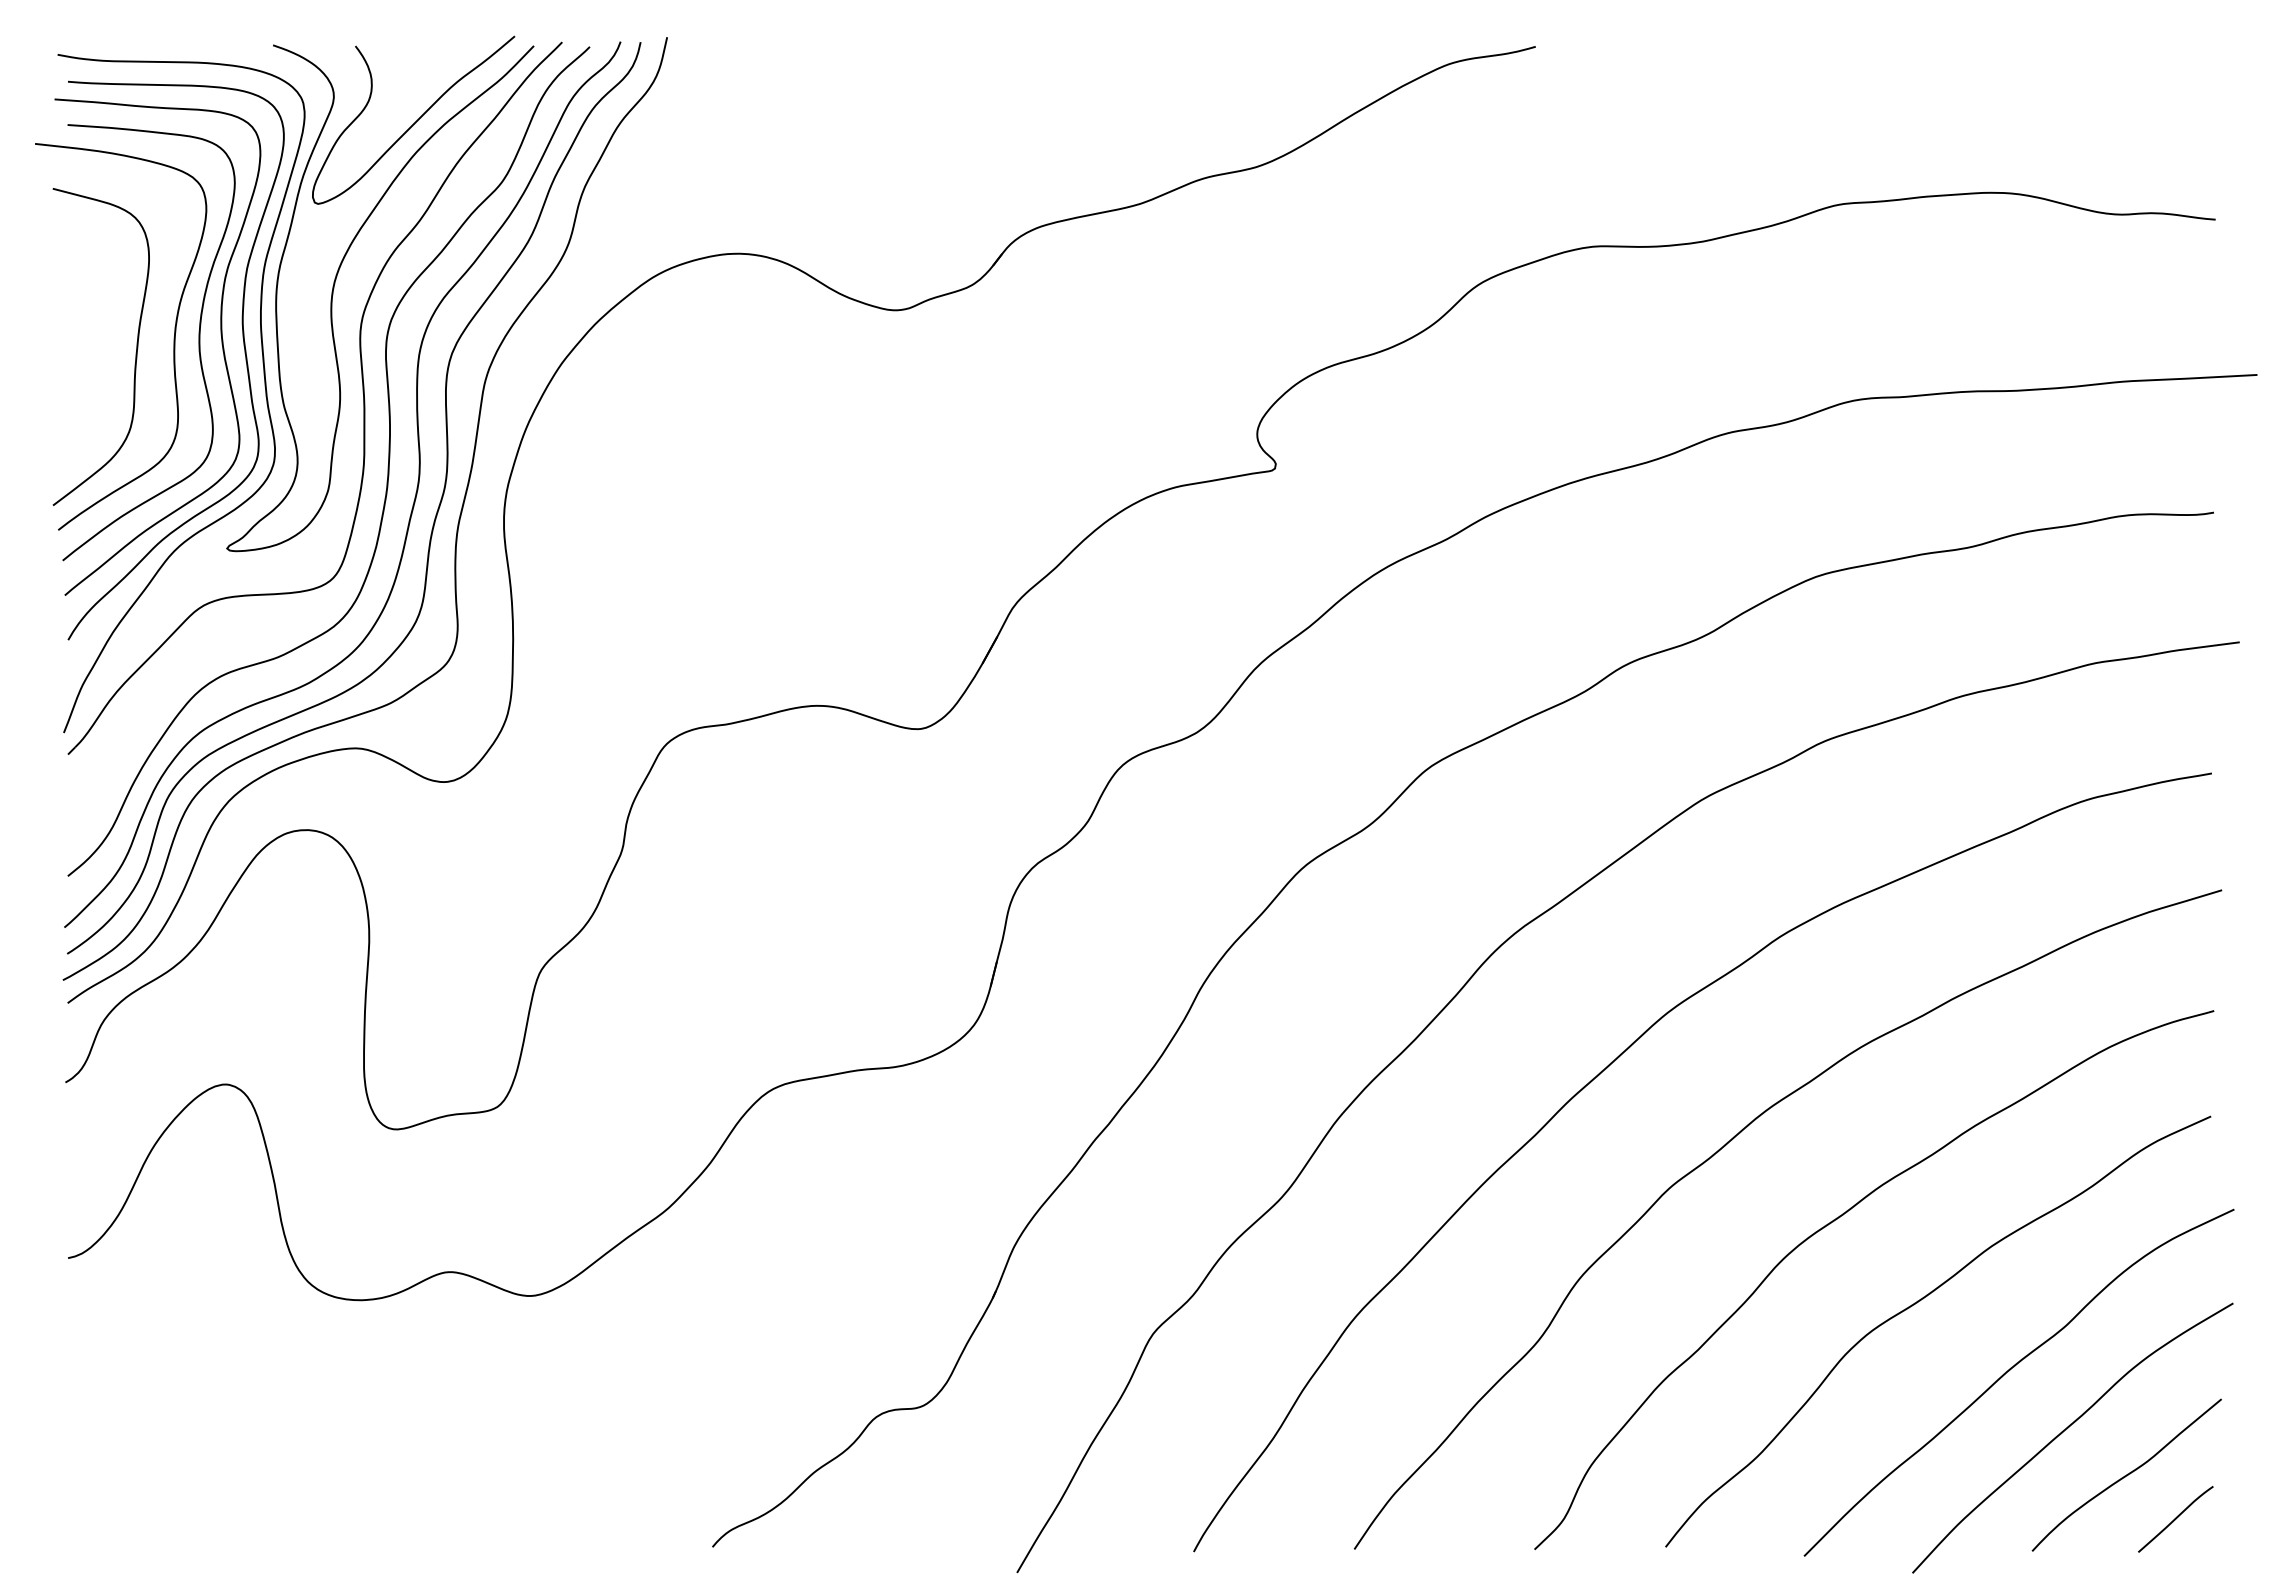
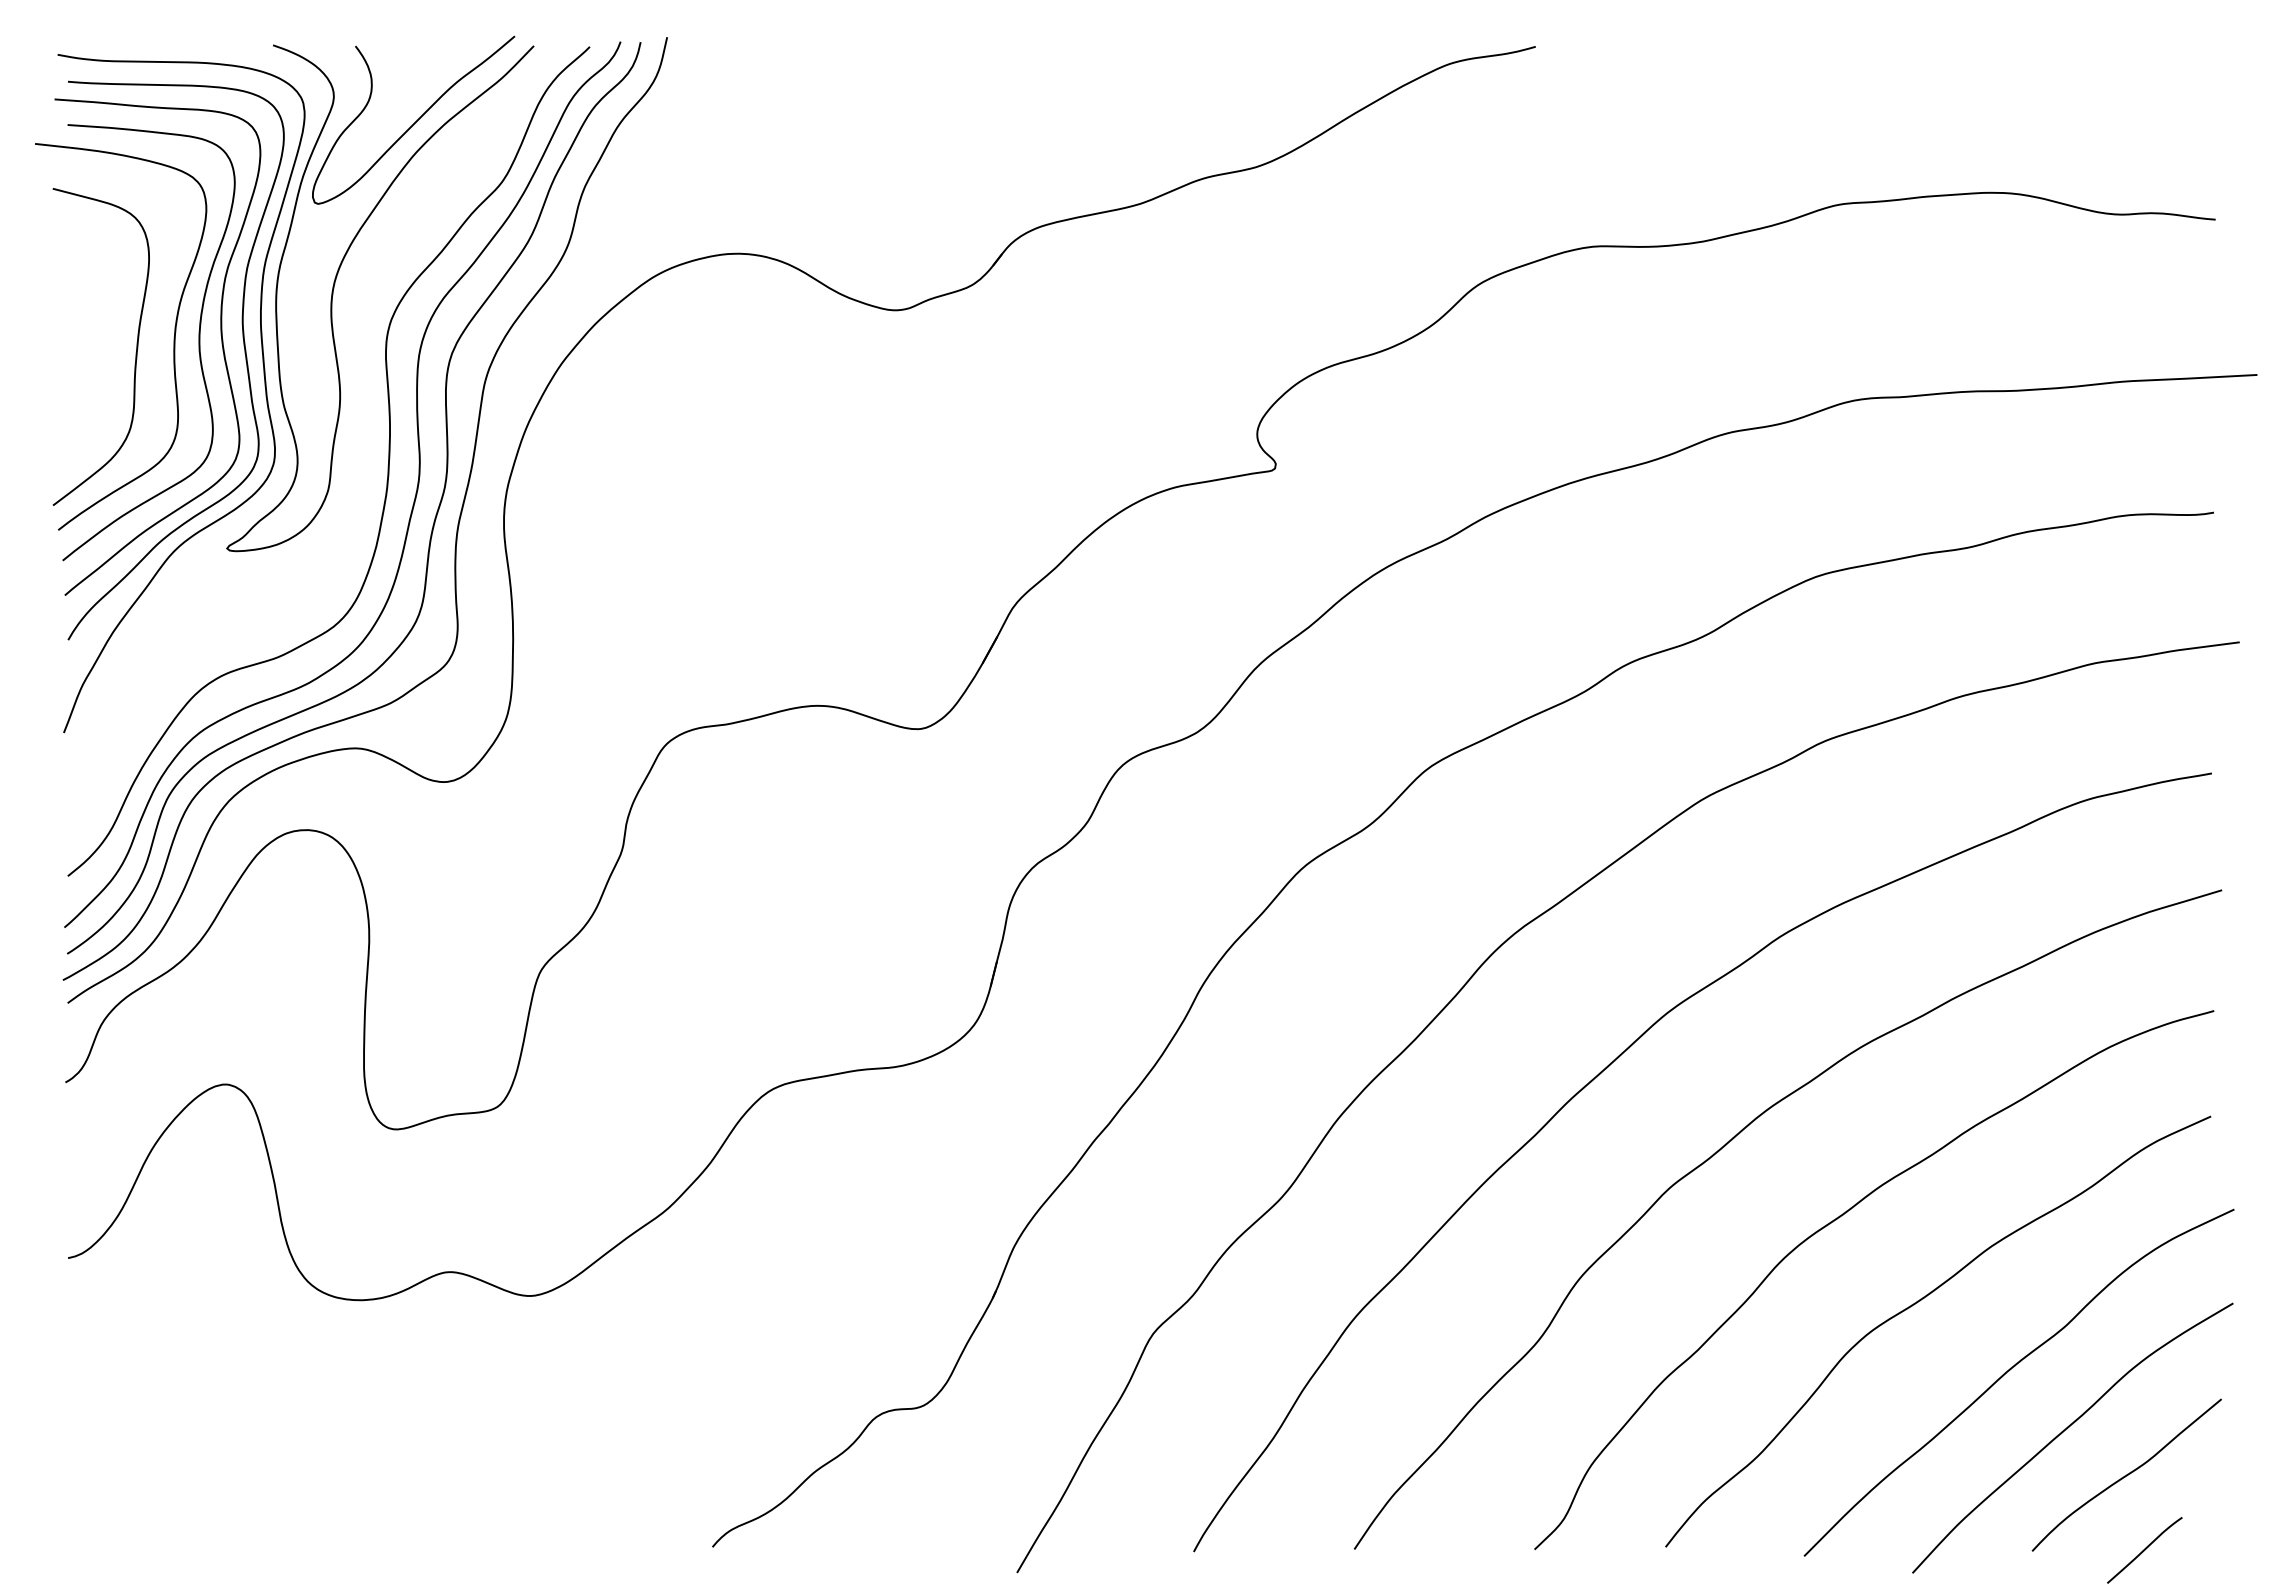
part at (362, 392): present -> none
curve at (2175, 1519) position: (2175, 1519) -> (2144, 1550)
